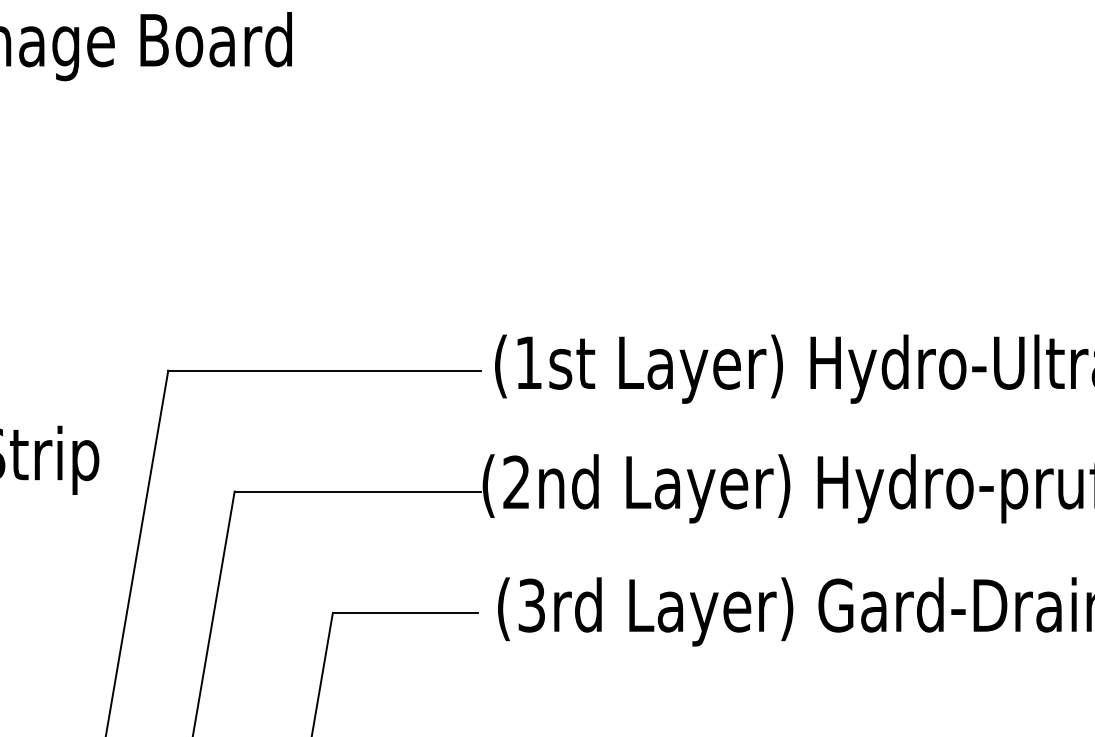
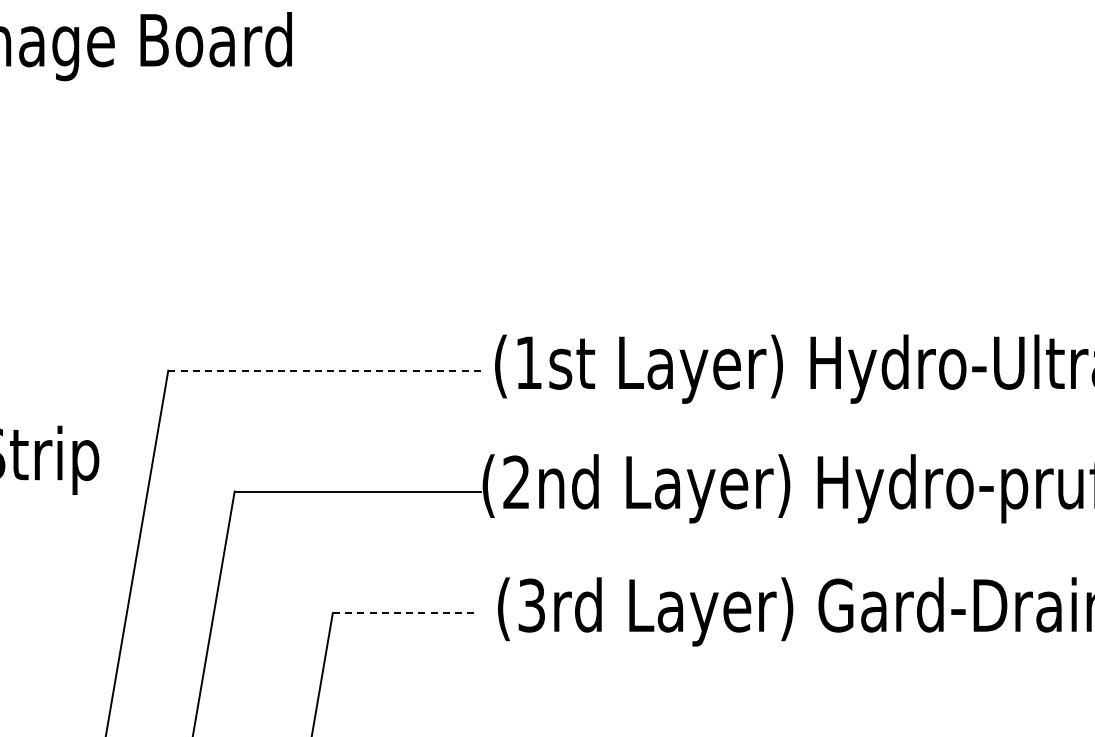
line at (324, 370): solid -> dashed
line at (405, 613): solid -> dashed
